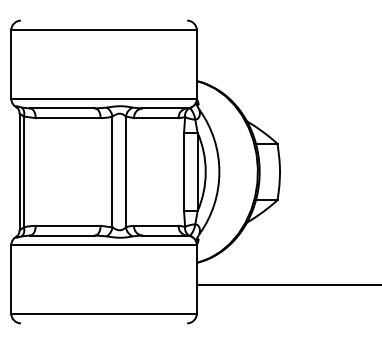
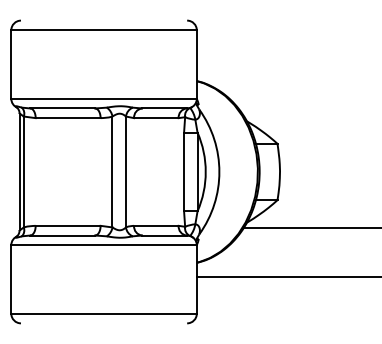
line at (310, 228): none -> present
line at (287, 285) position: (287, 285) -> (287, 277)
